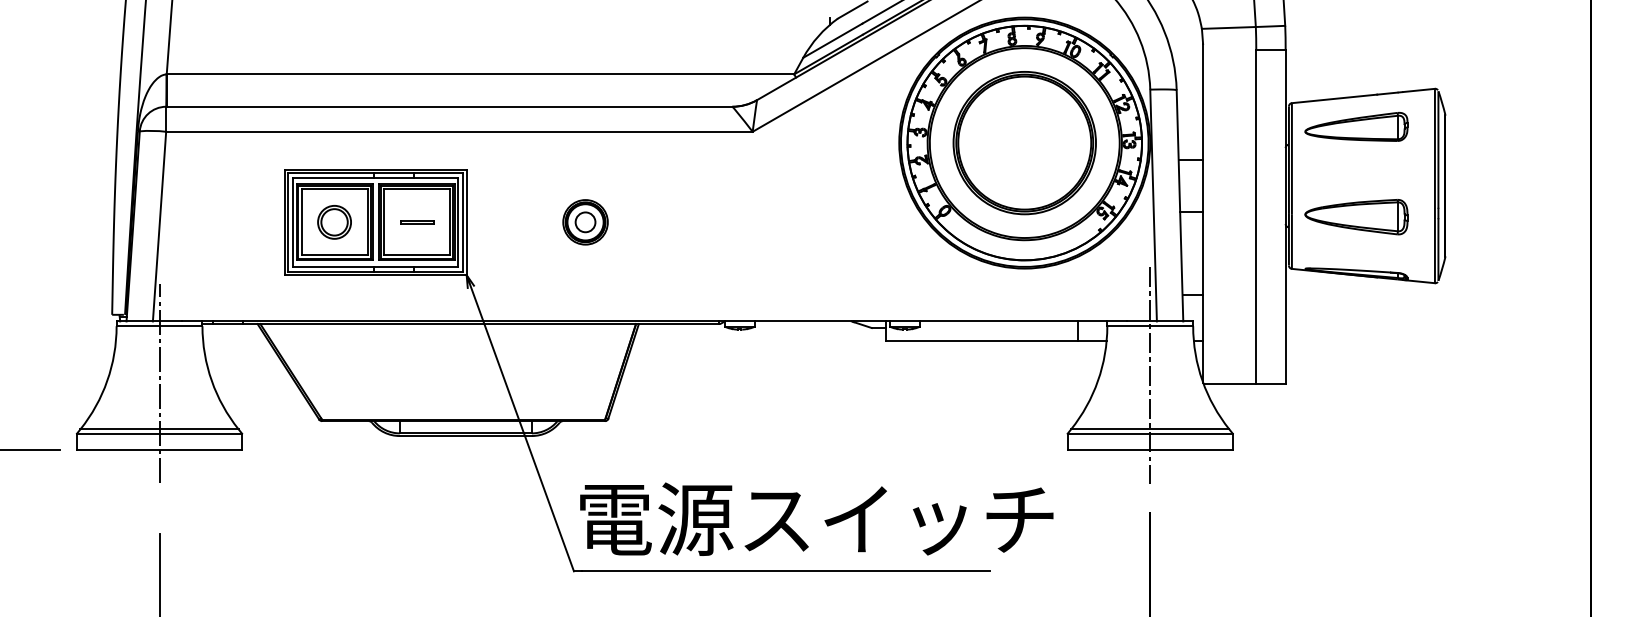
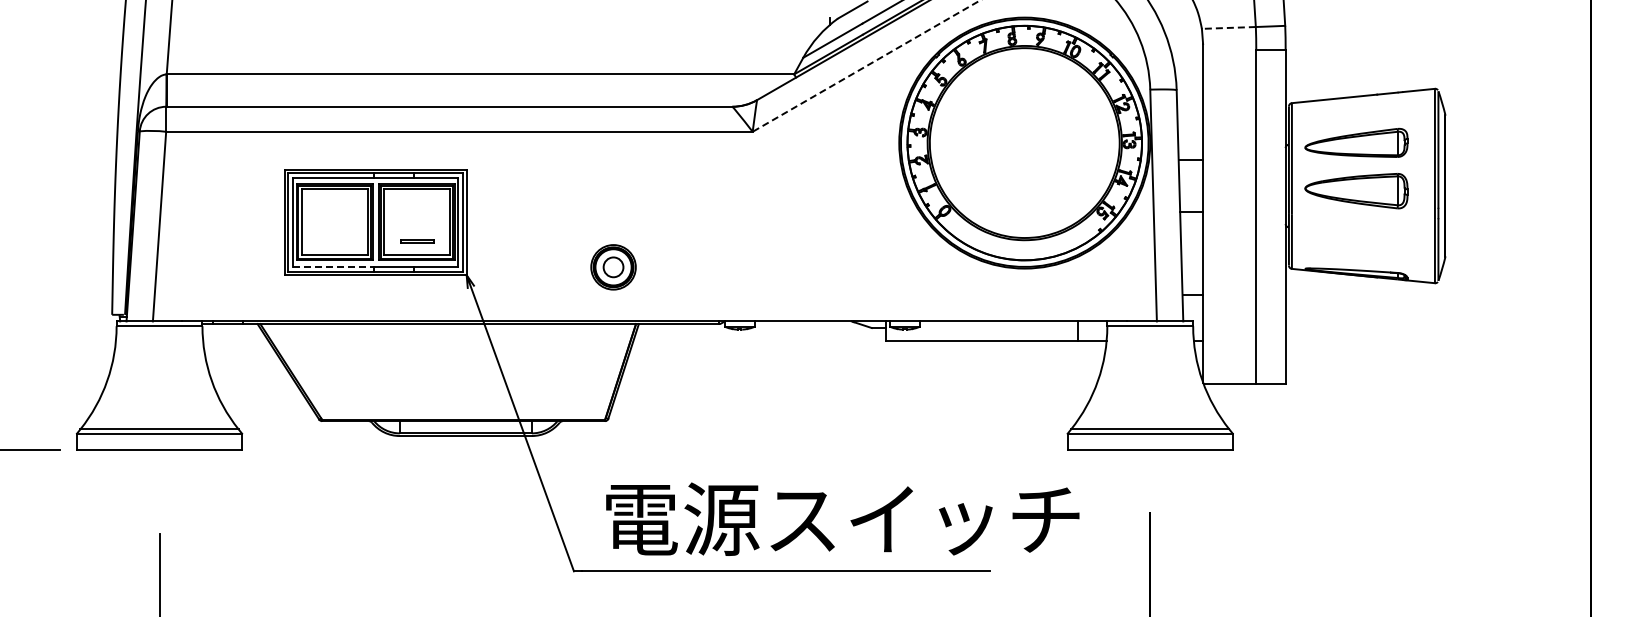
line at (1228, 27): solid -> dashed
line at (866, 65): solid -> dashed
part at (1356, 126) position: (1356, 126) -> (1356, 142)
part at (1024, 143): present -> none
part at (1356, 217) position: (1356, 217) -> (1356, 191)
line at (417, 221) position: (417, 221) -> (417, 240)
part at (334, 222): present -> none
part at (585, 222) position: (585, 222) -> (613, 267)
line at (334, 266): solid -> dashed
line at (1150, 374): present -> none
line at (159, 383): present -> none
text at (816, 518) position: (816, 518) -> (842, 518)
